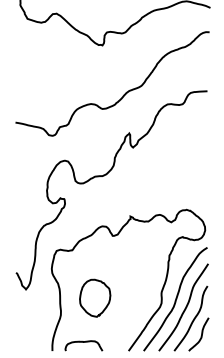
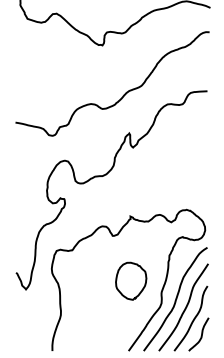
part at (95, 297) position: (95, 297) -> (131, 280)
curve at (83, 342): present -> none
